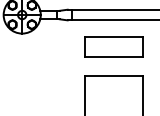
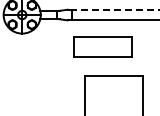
line at (115, 9): solid -> dashed
part at (113, 46) position: (113, 46) -> (102, 46)
